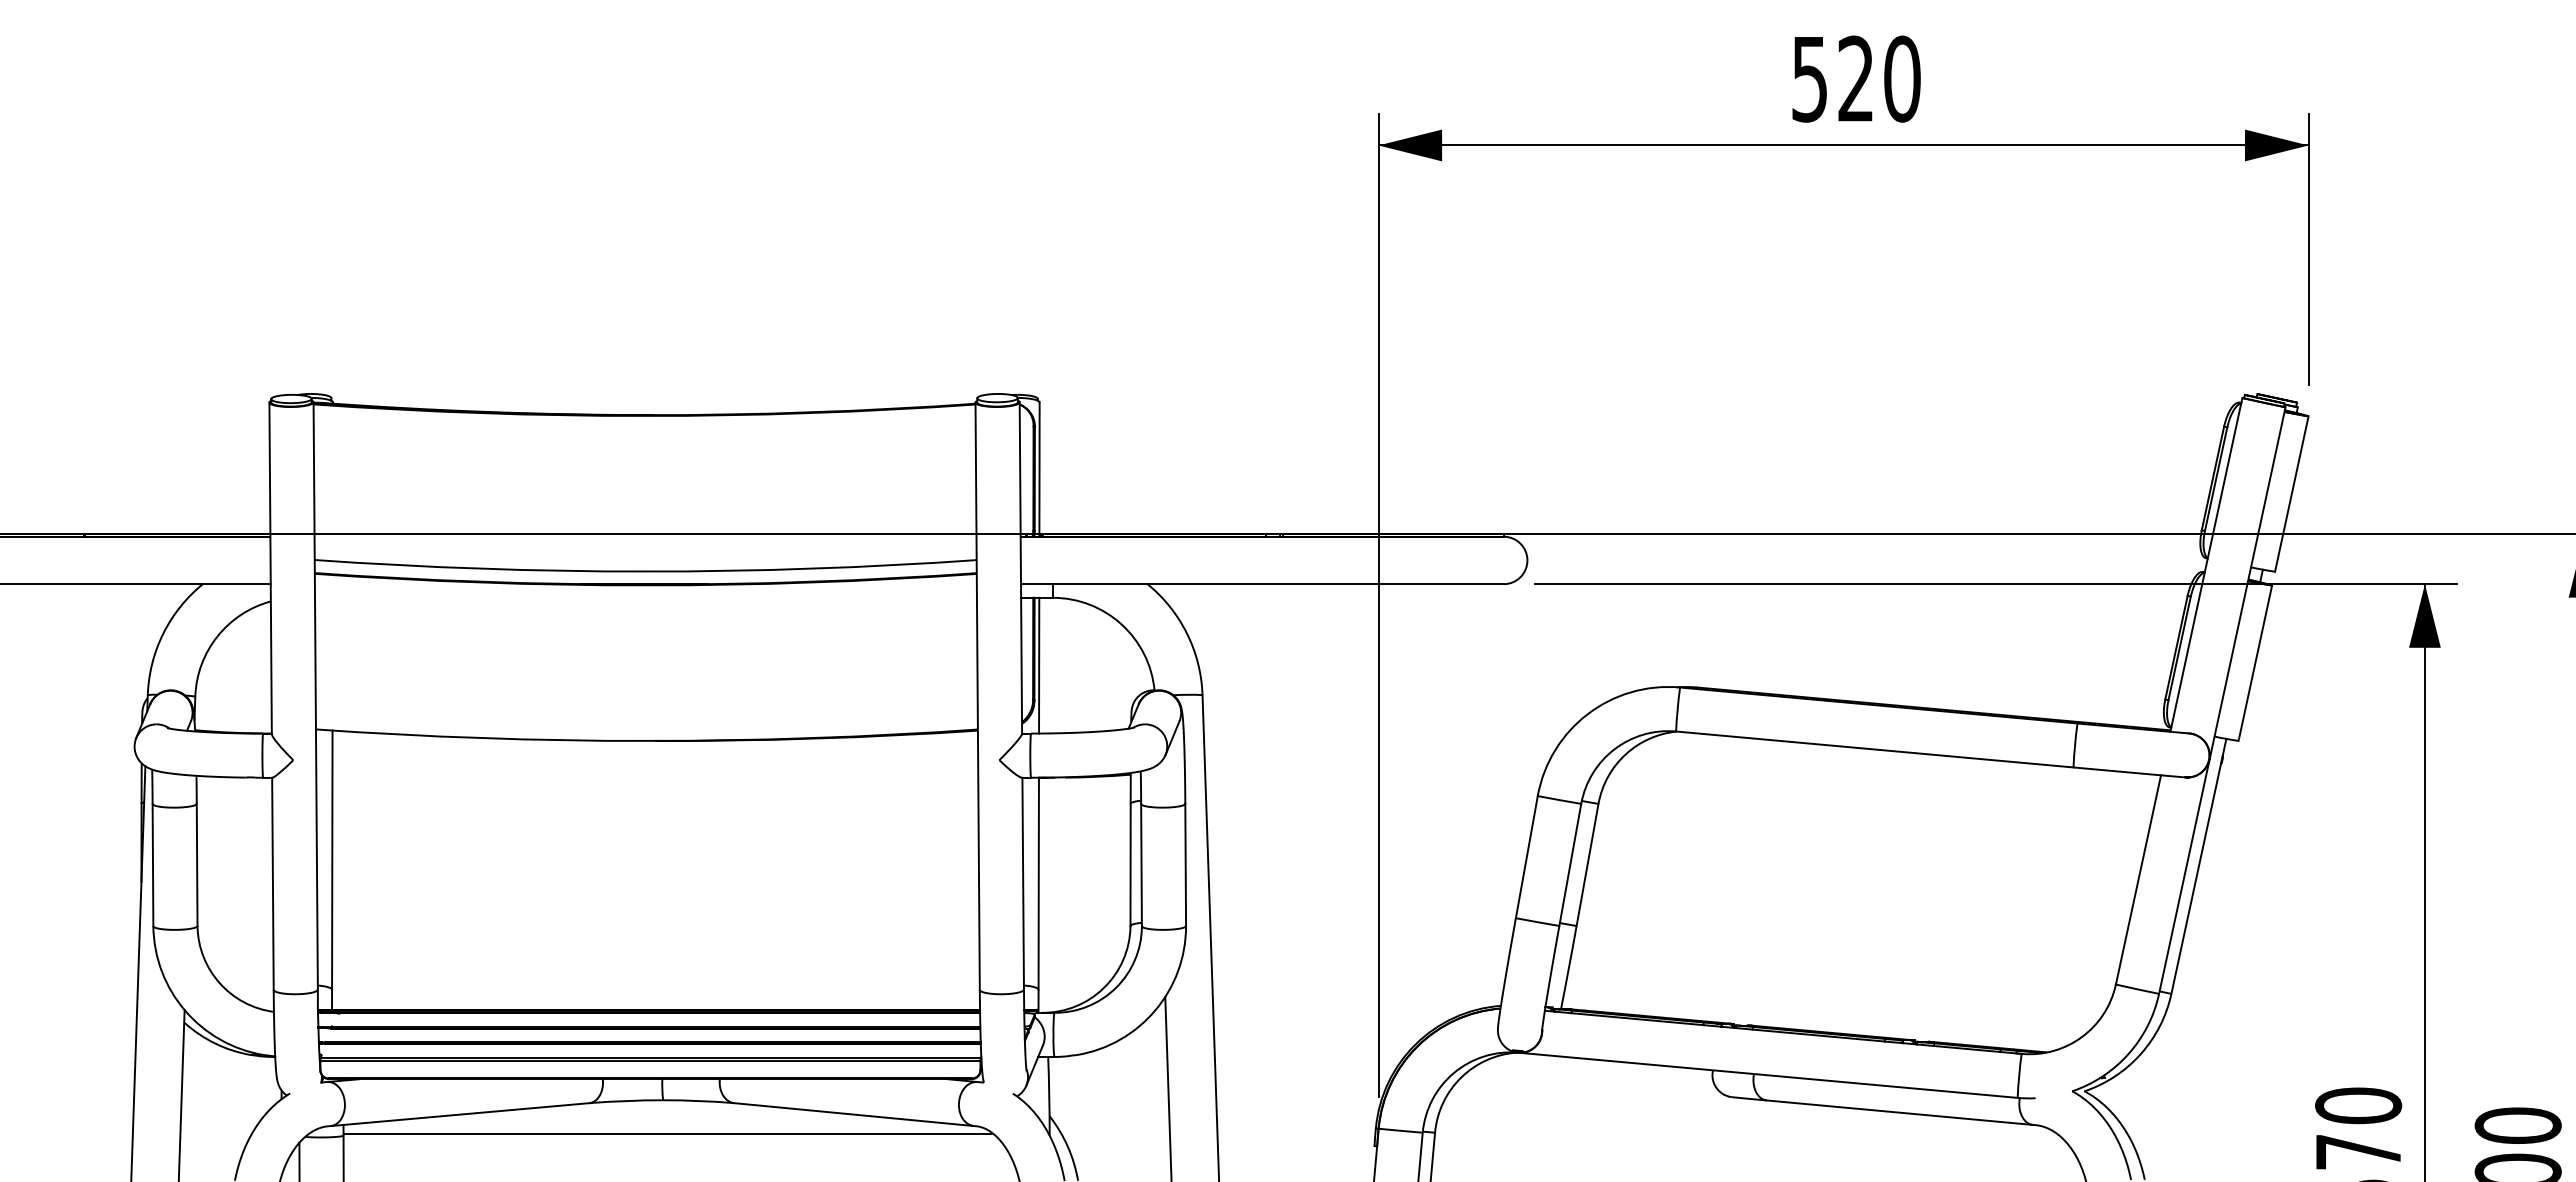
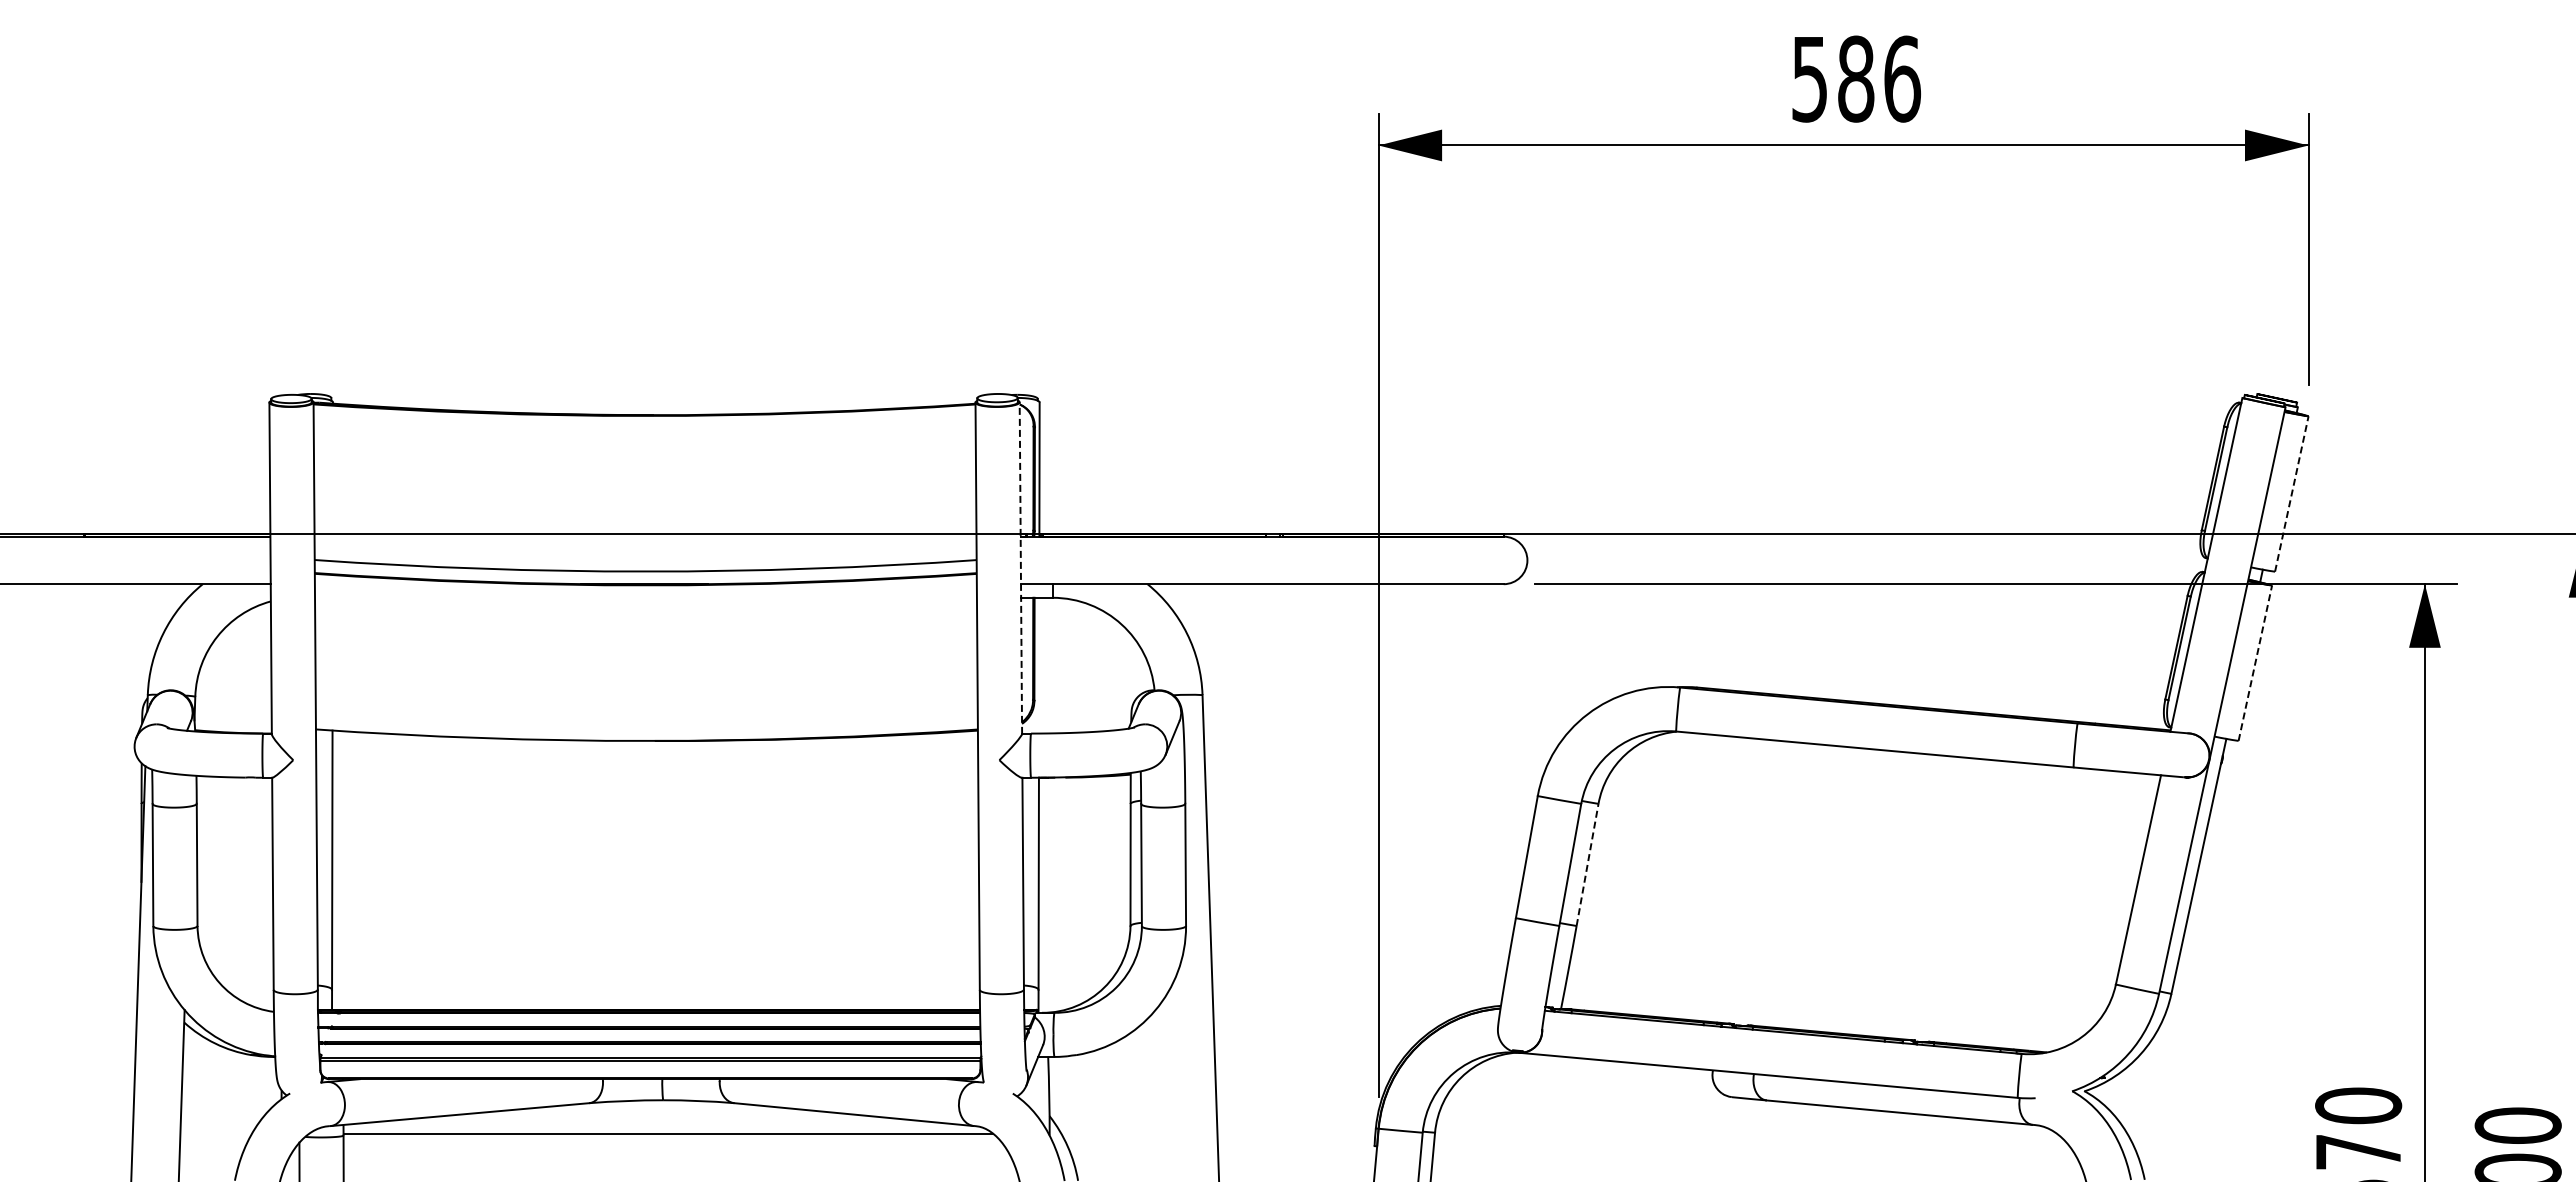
text at (1879, 78): 520 -> 586
line at (2291, 493): solid -> dashed
line at (1020, 568): solid -> dashed
line at (2255, 662): solid -> dashed
line at (1039, 665): present -> none
line at (1587, 864): solid -> dashed
line at (1168, 1087): present -> none
